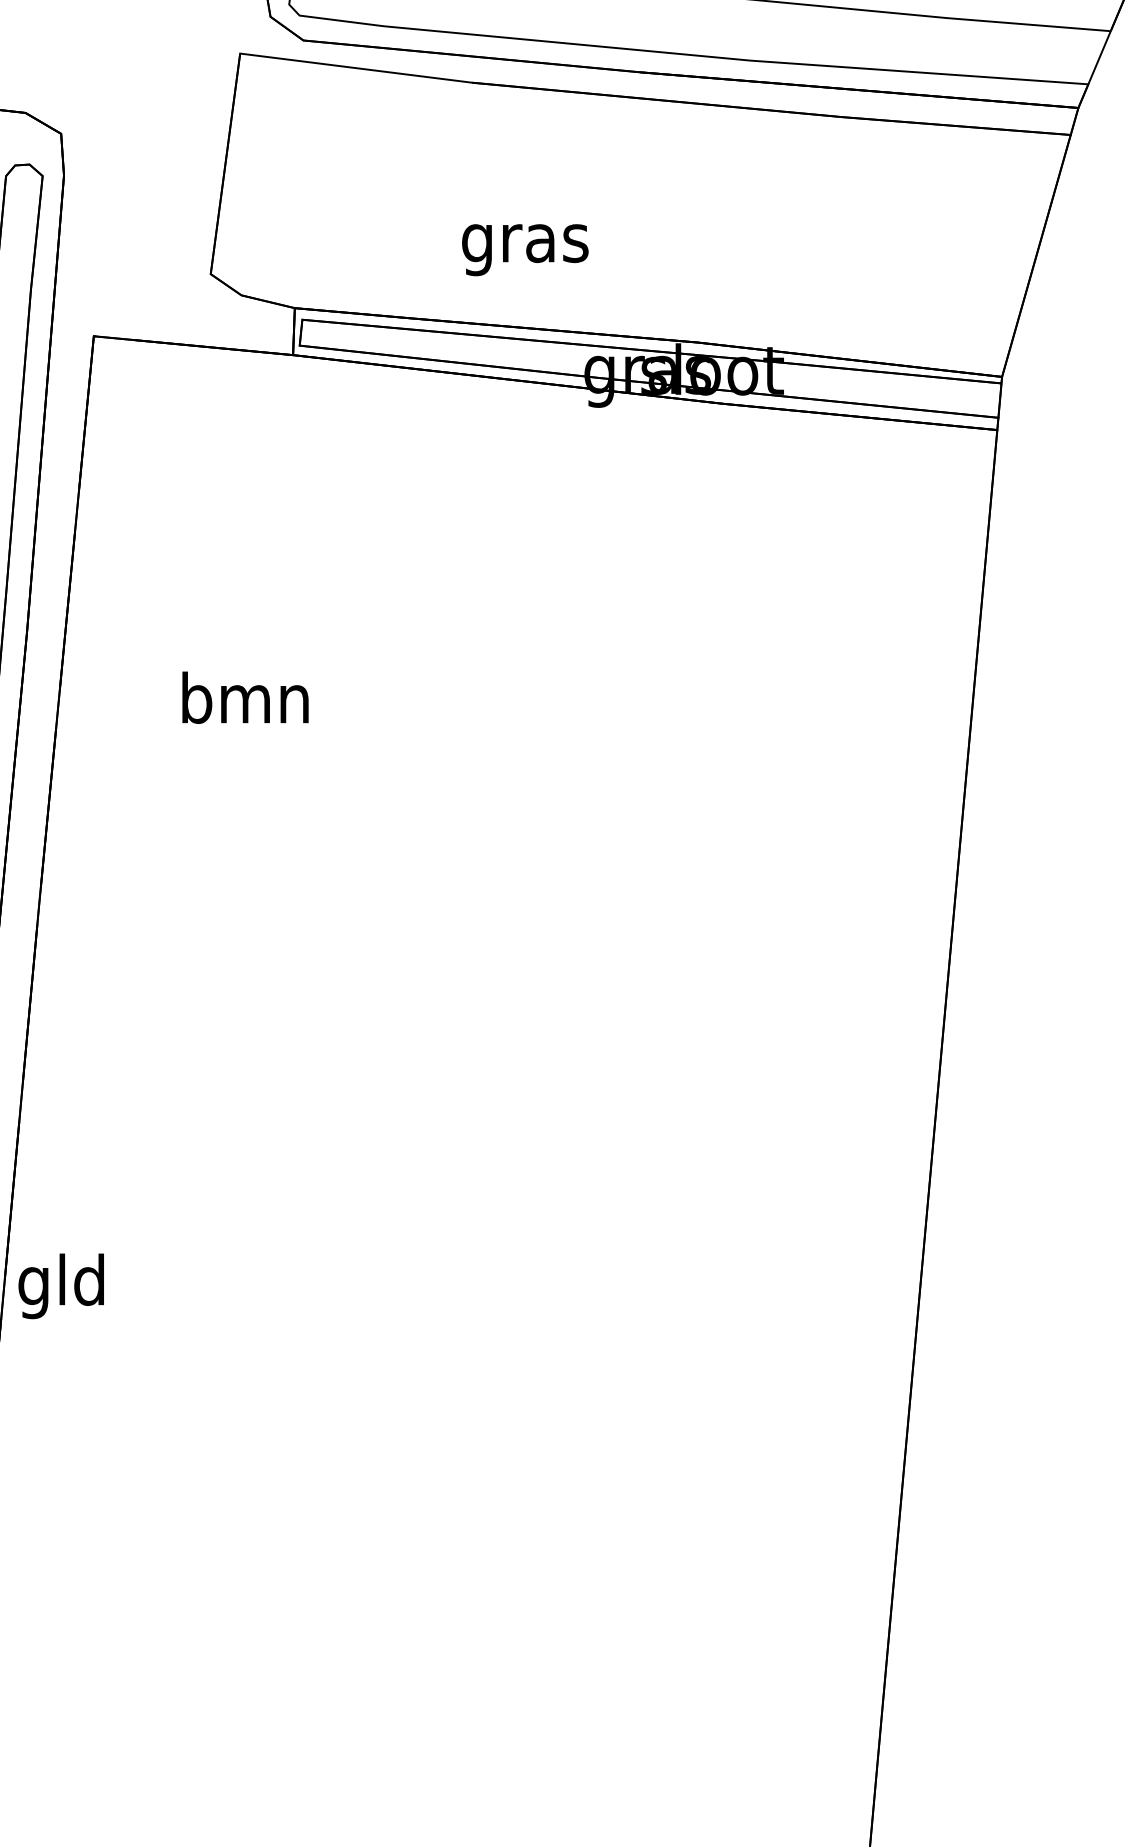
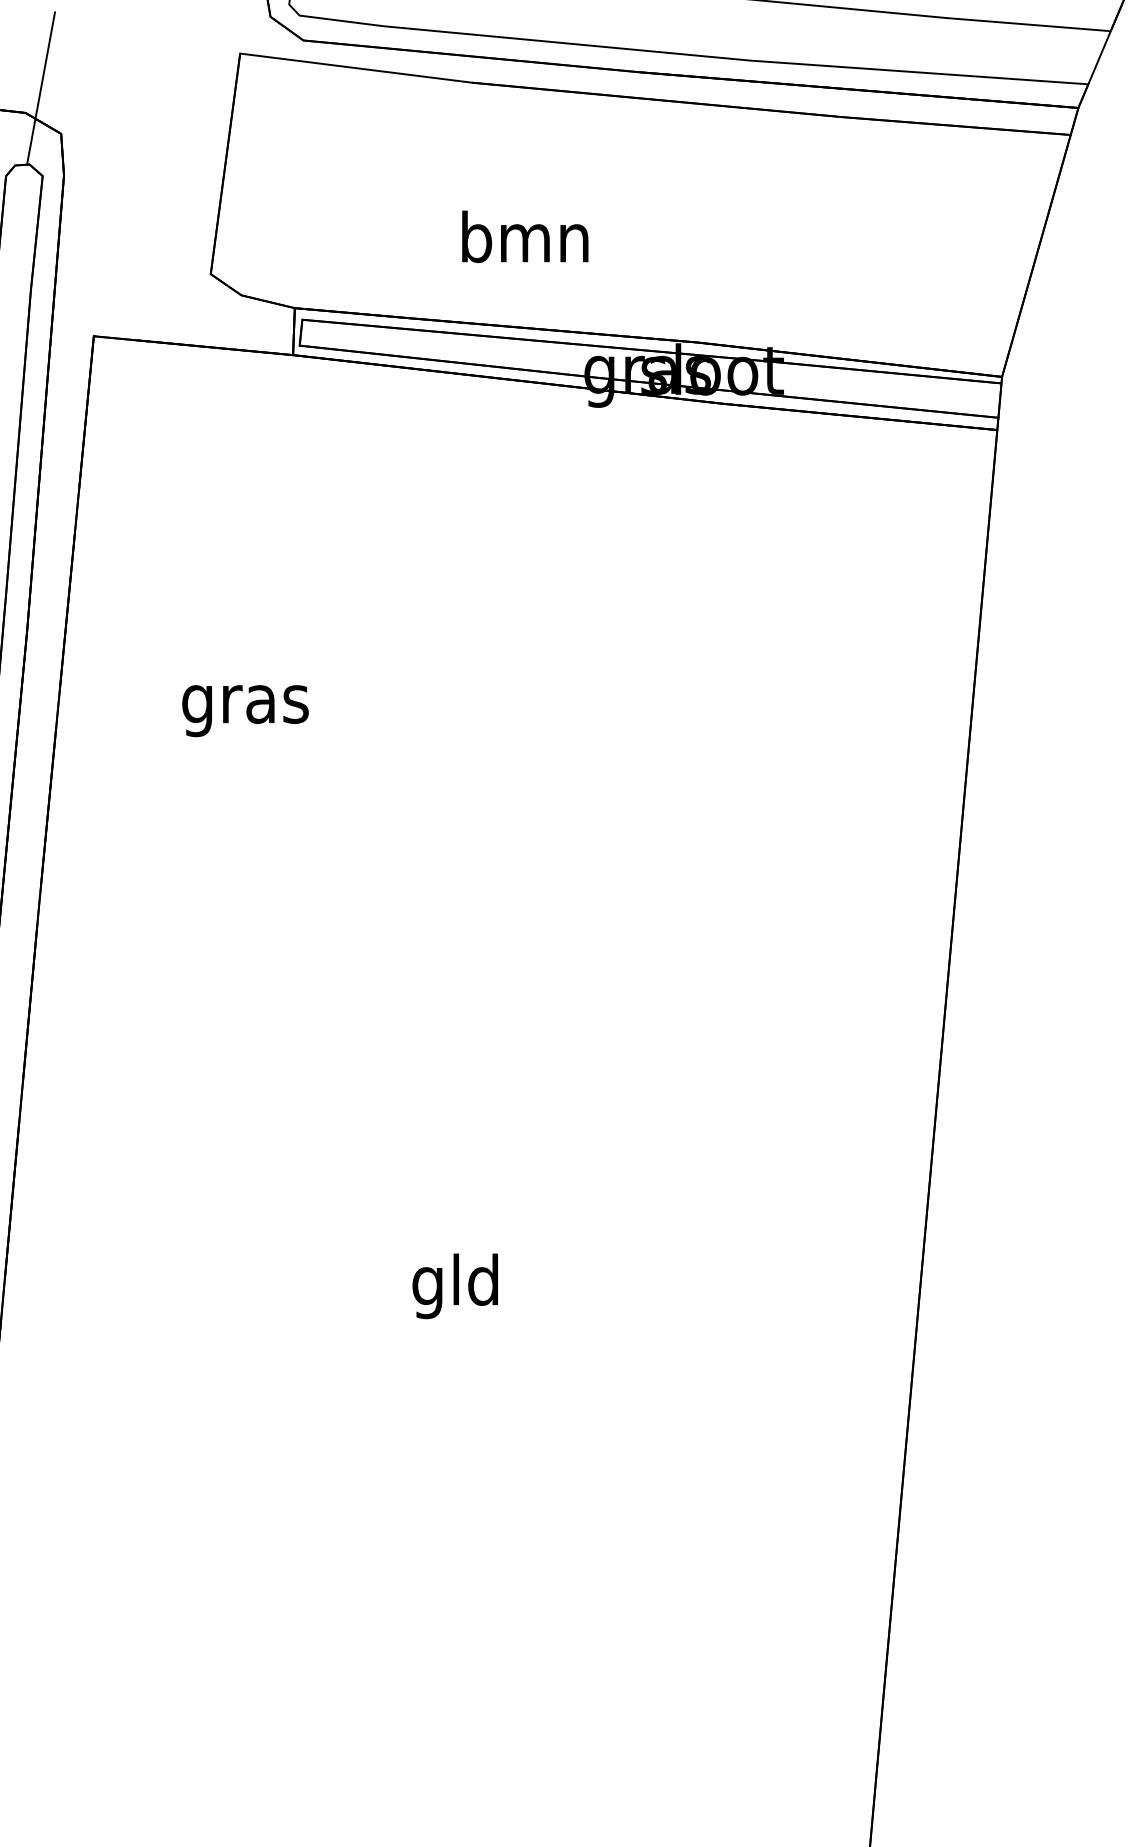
line at (41, 88): none -> present
text at (525, 243): gras -> bmn
text at (245, 704): bmn -> gras
text at (60, 1286) position: (60, 1286) -> (454, 1286)
